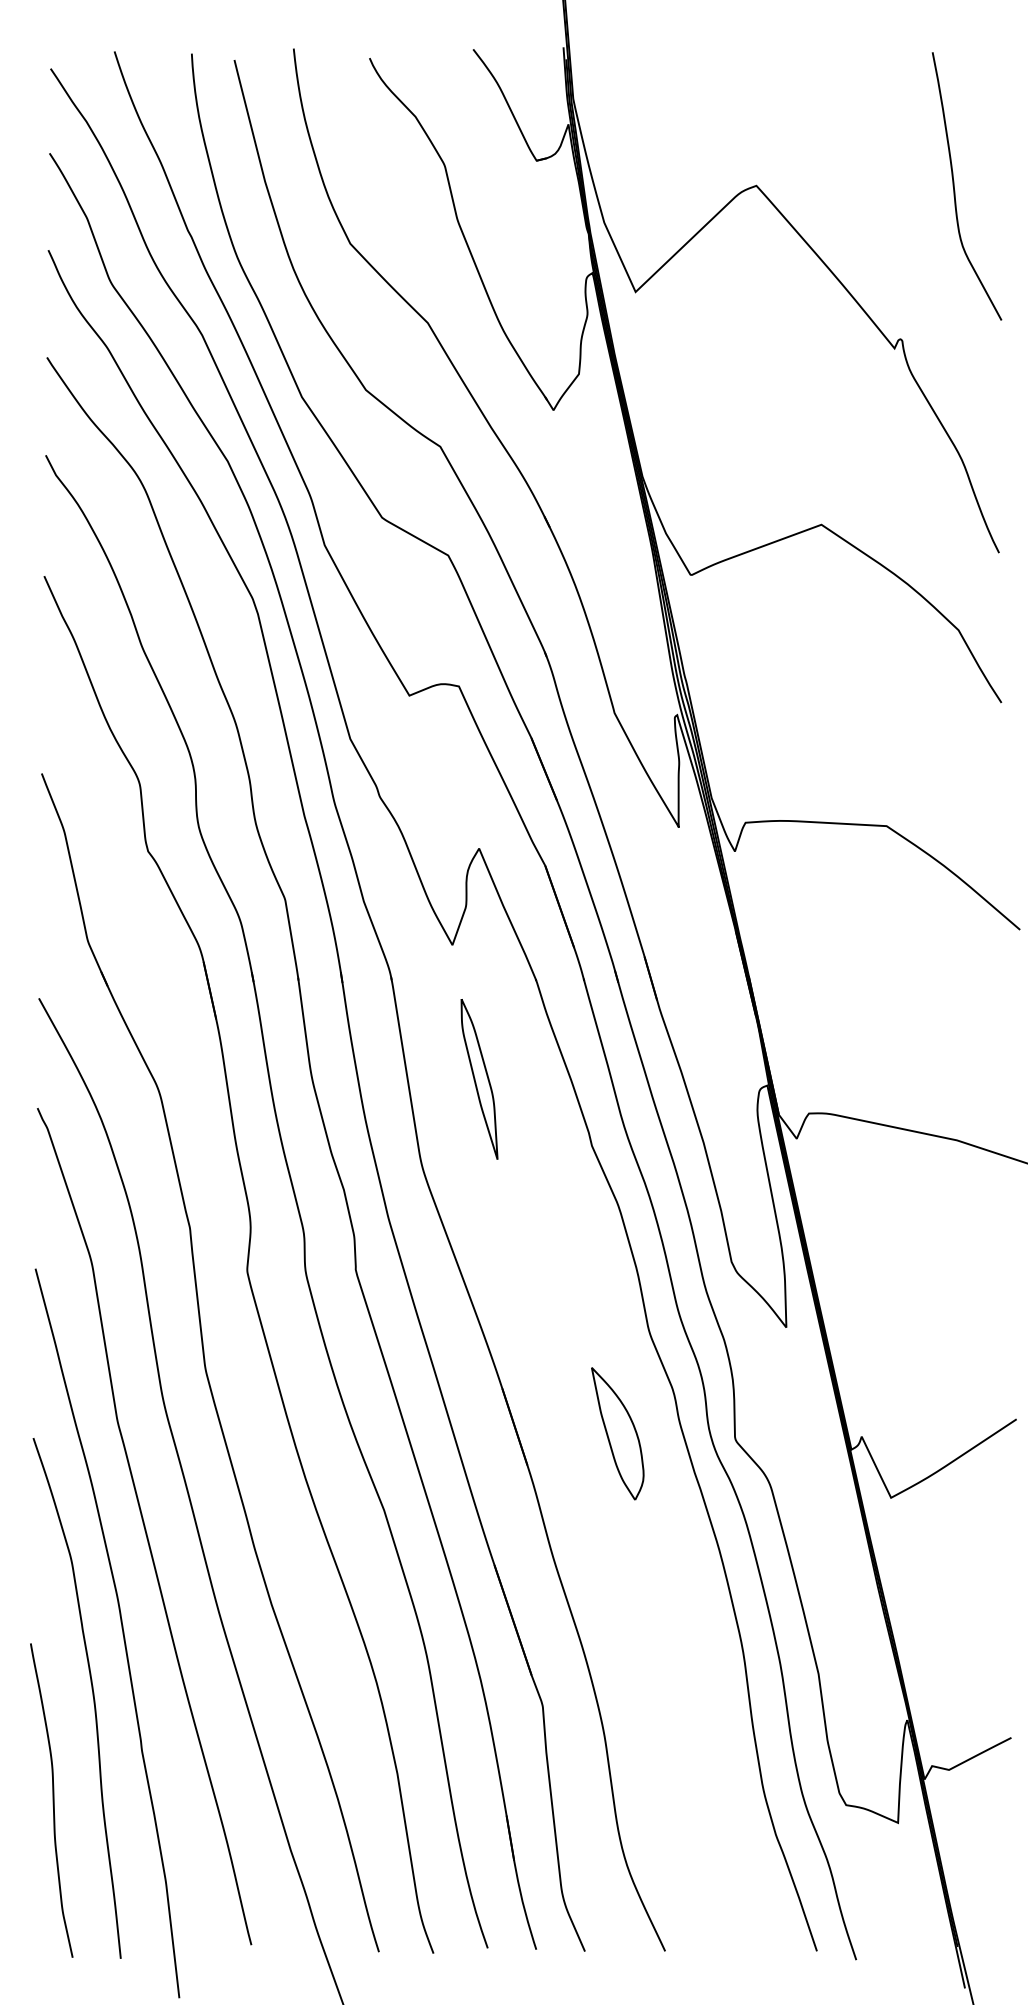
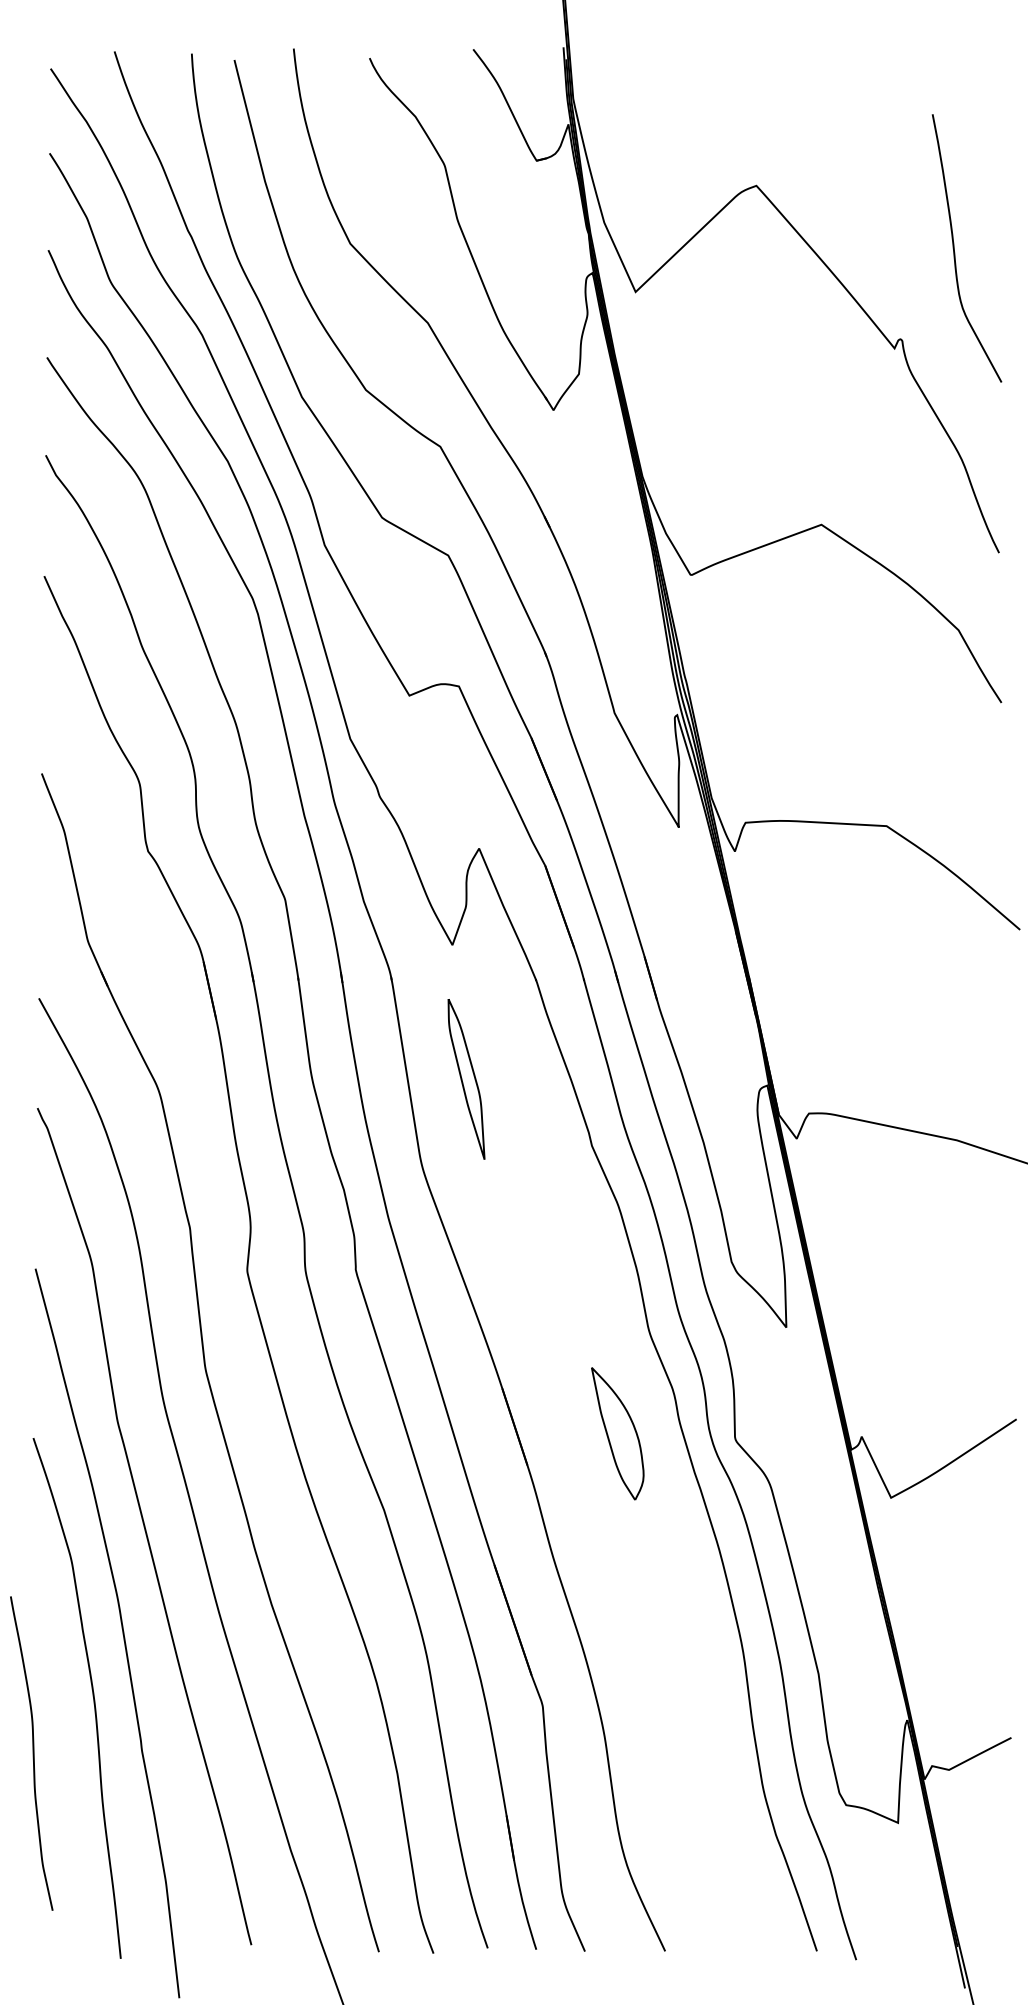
curve at (955, 190) position: (955, 190) -> (955, 252)
part at (479, 1079) position: (479, 1079) -> (466, 1079)
curve at (52, 1800) position: (52, 1800) -> (32, 1753)
